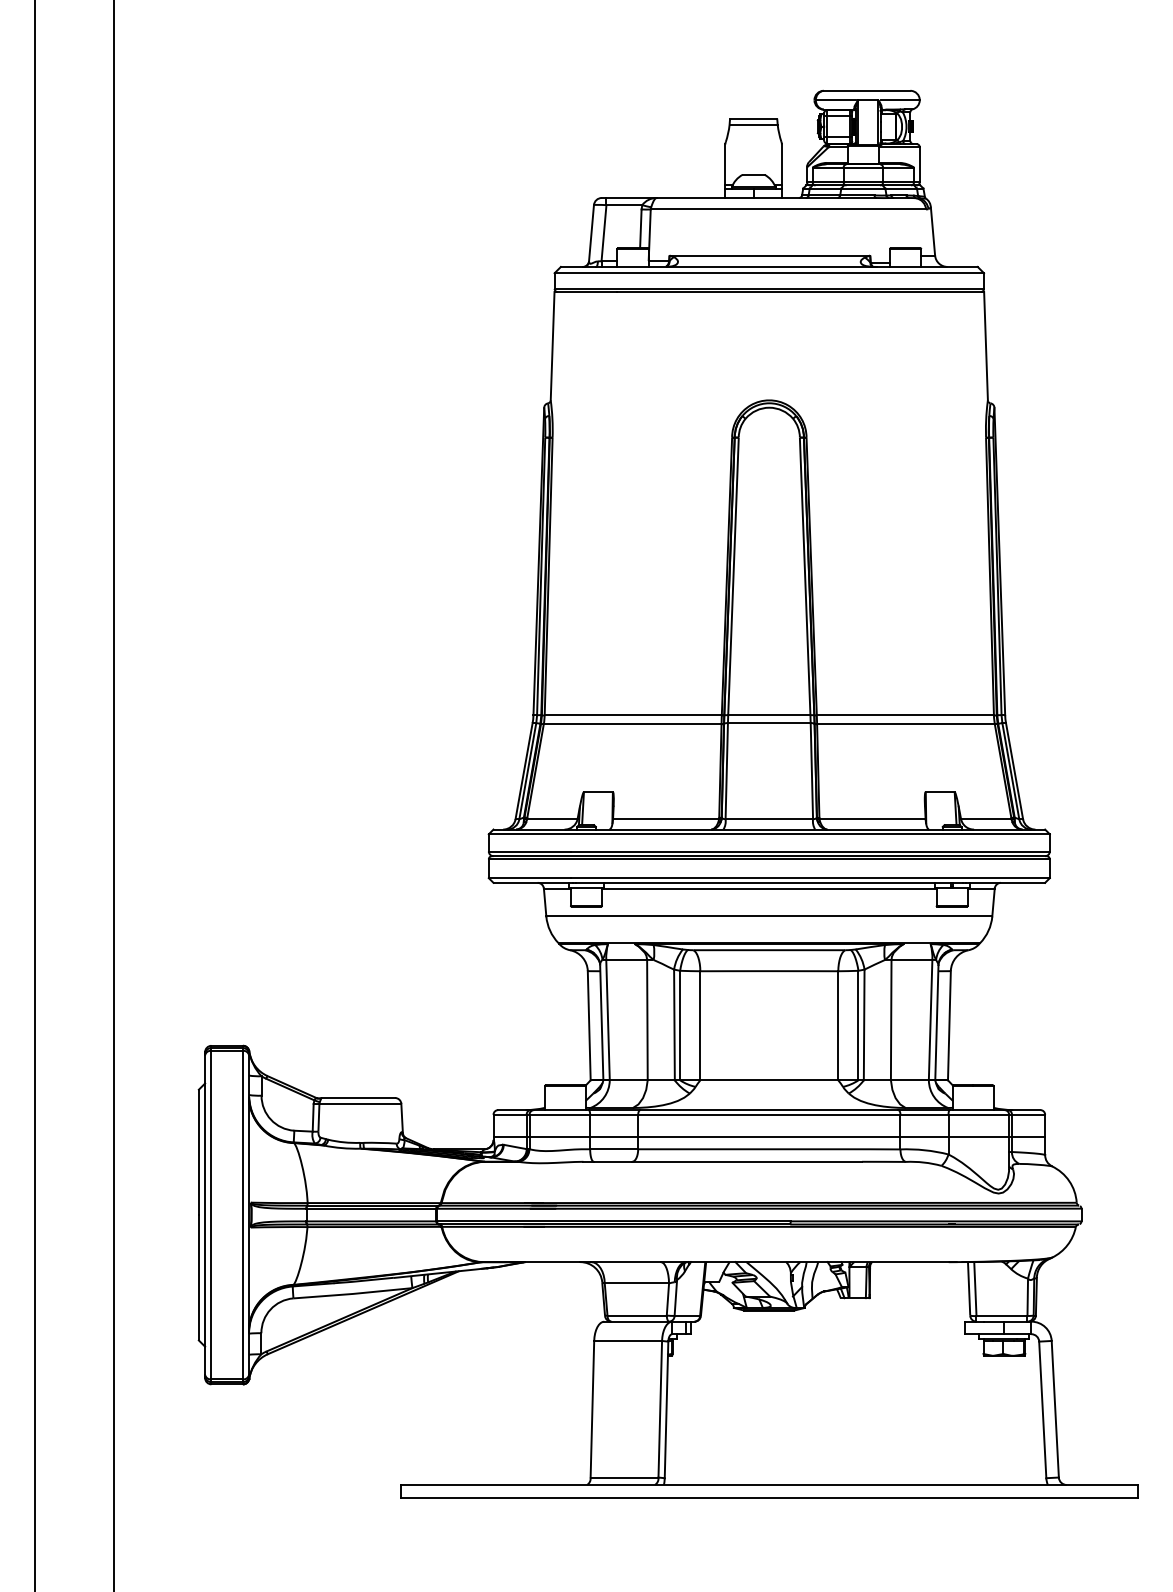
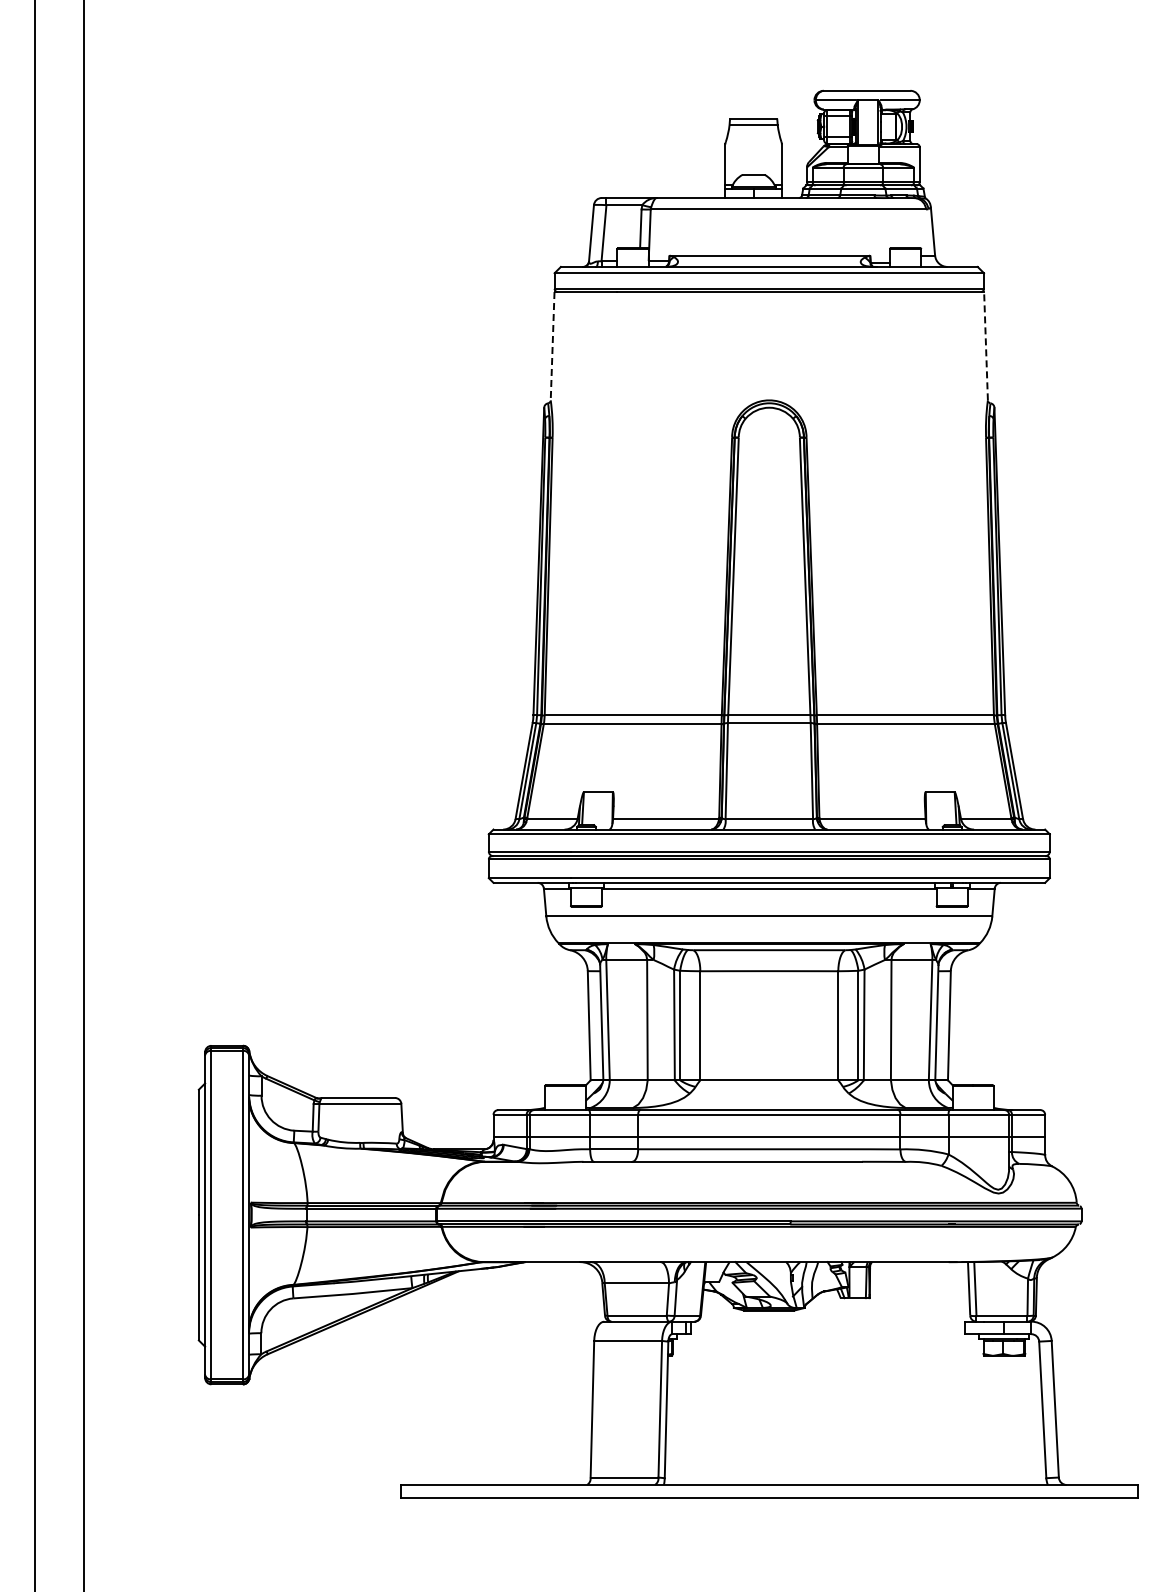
line at (986, 345): solid -> dashed
line at (552, 346): solid -> dashed
line at (113, 795) position: (113, 795) -> (83, 795)
